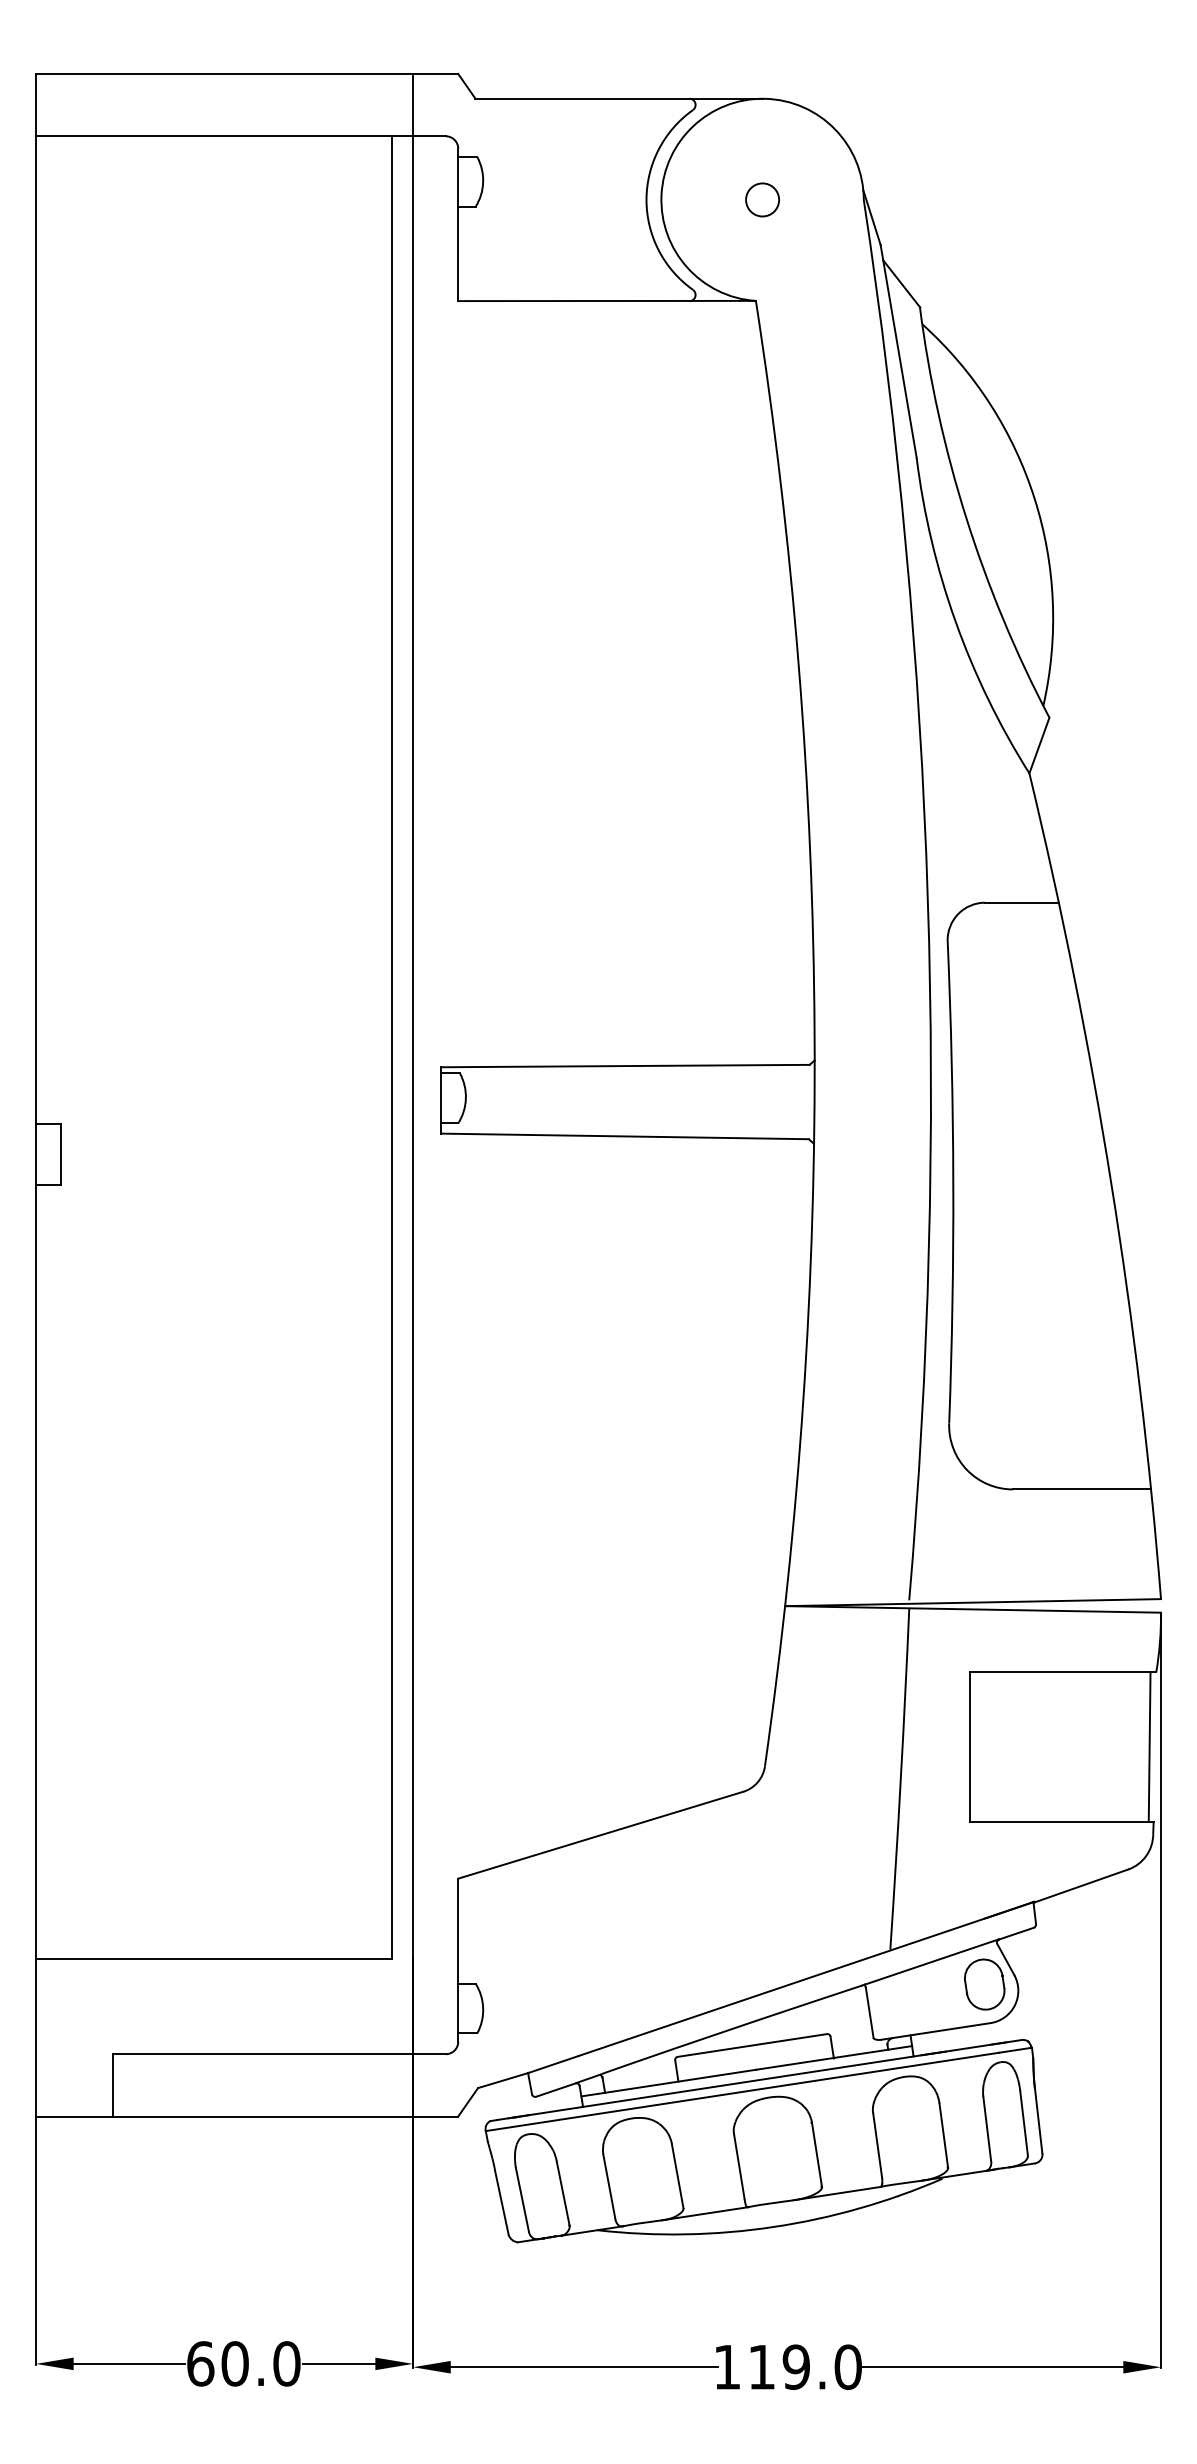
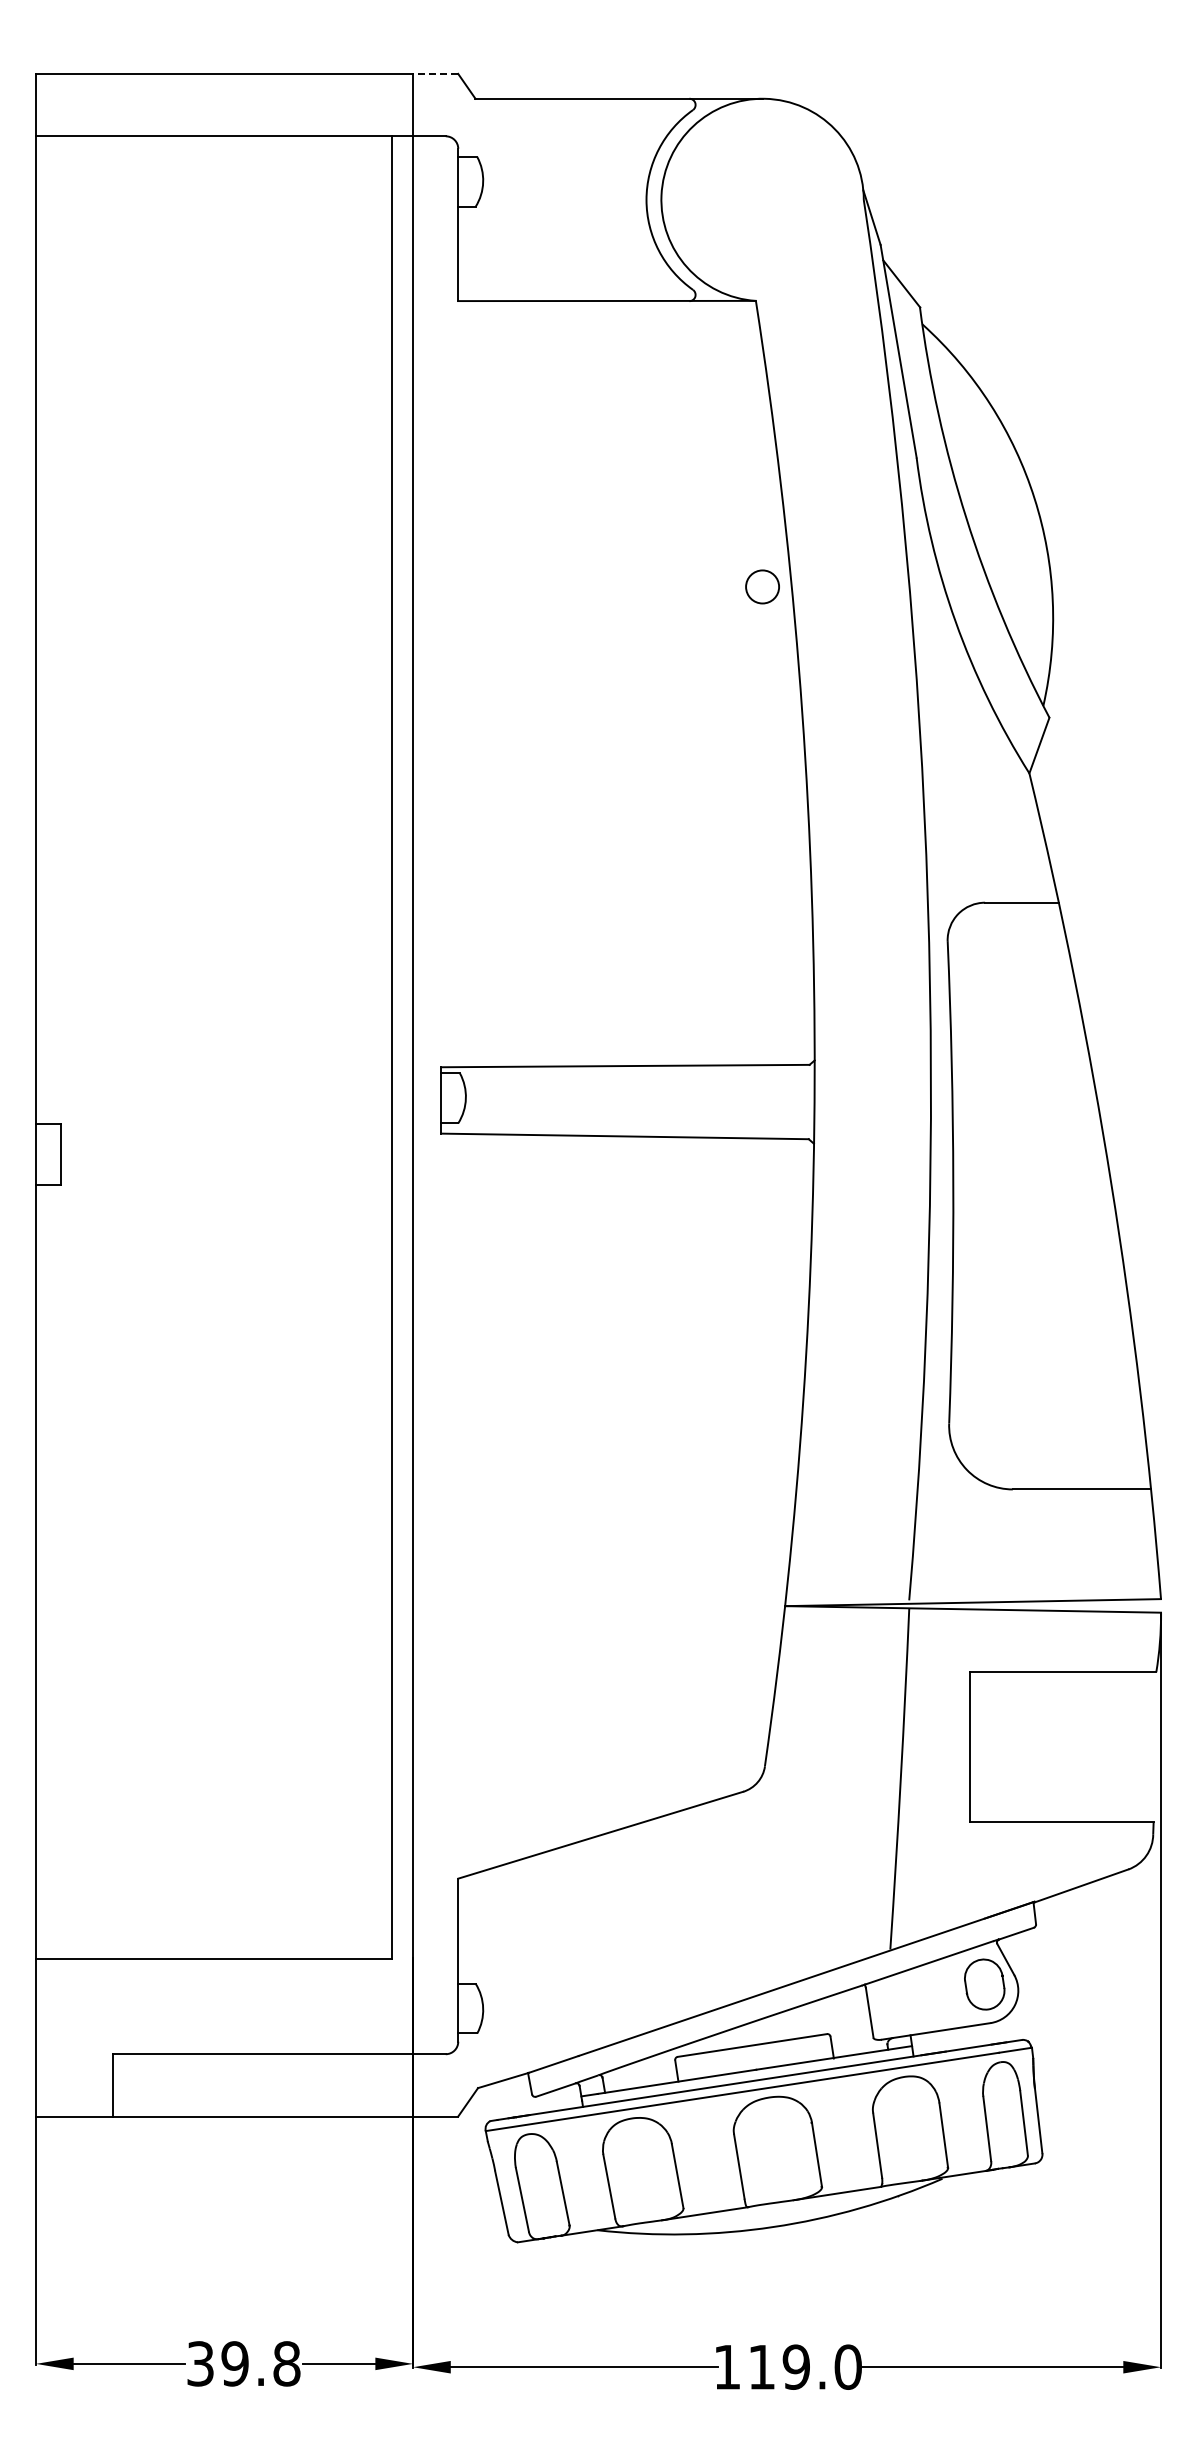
line at (435, 73): solid -> dashed
circle at (762, 199) position: (762, 199) -> (762, 586)
line at (1149, 1746): present -> none
text at (243, 2363): 60.0 -> 39.8
